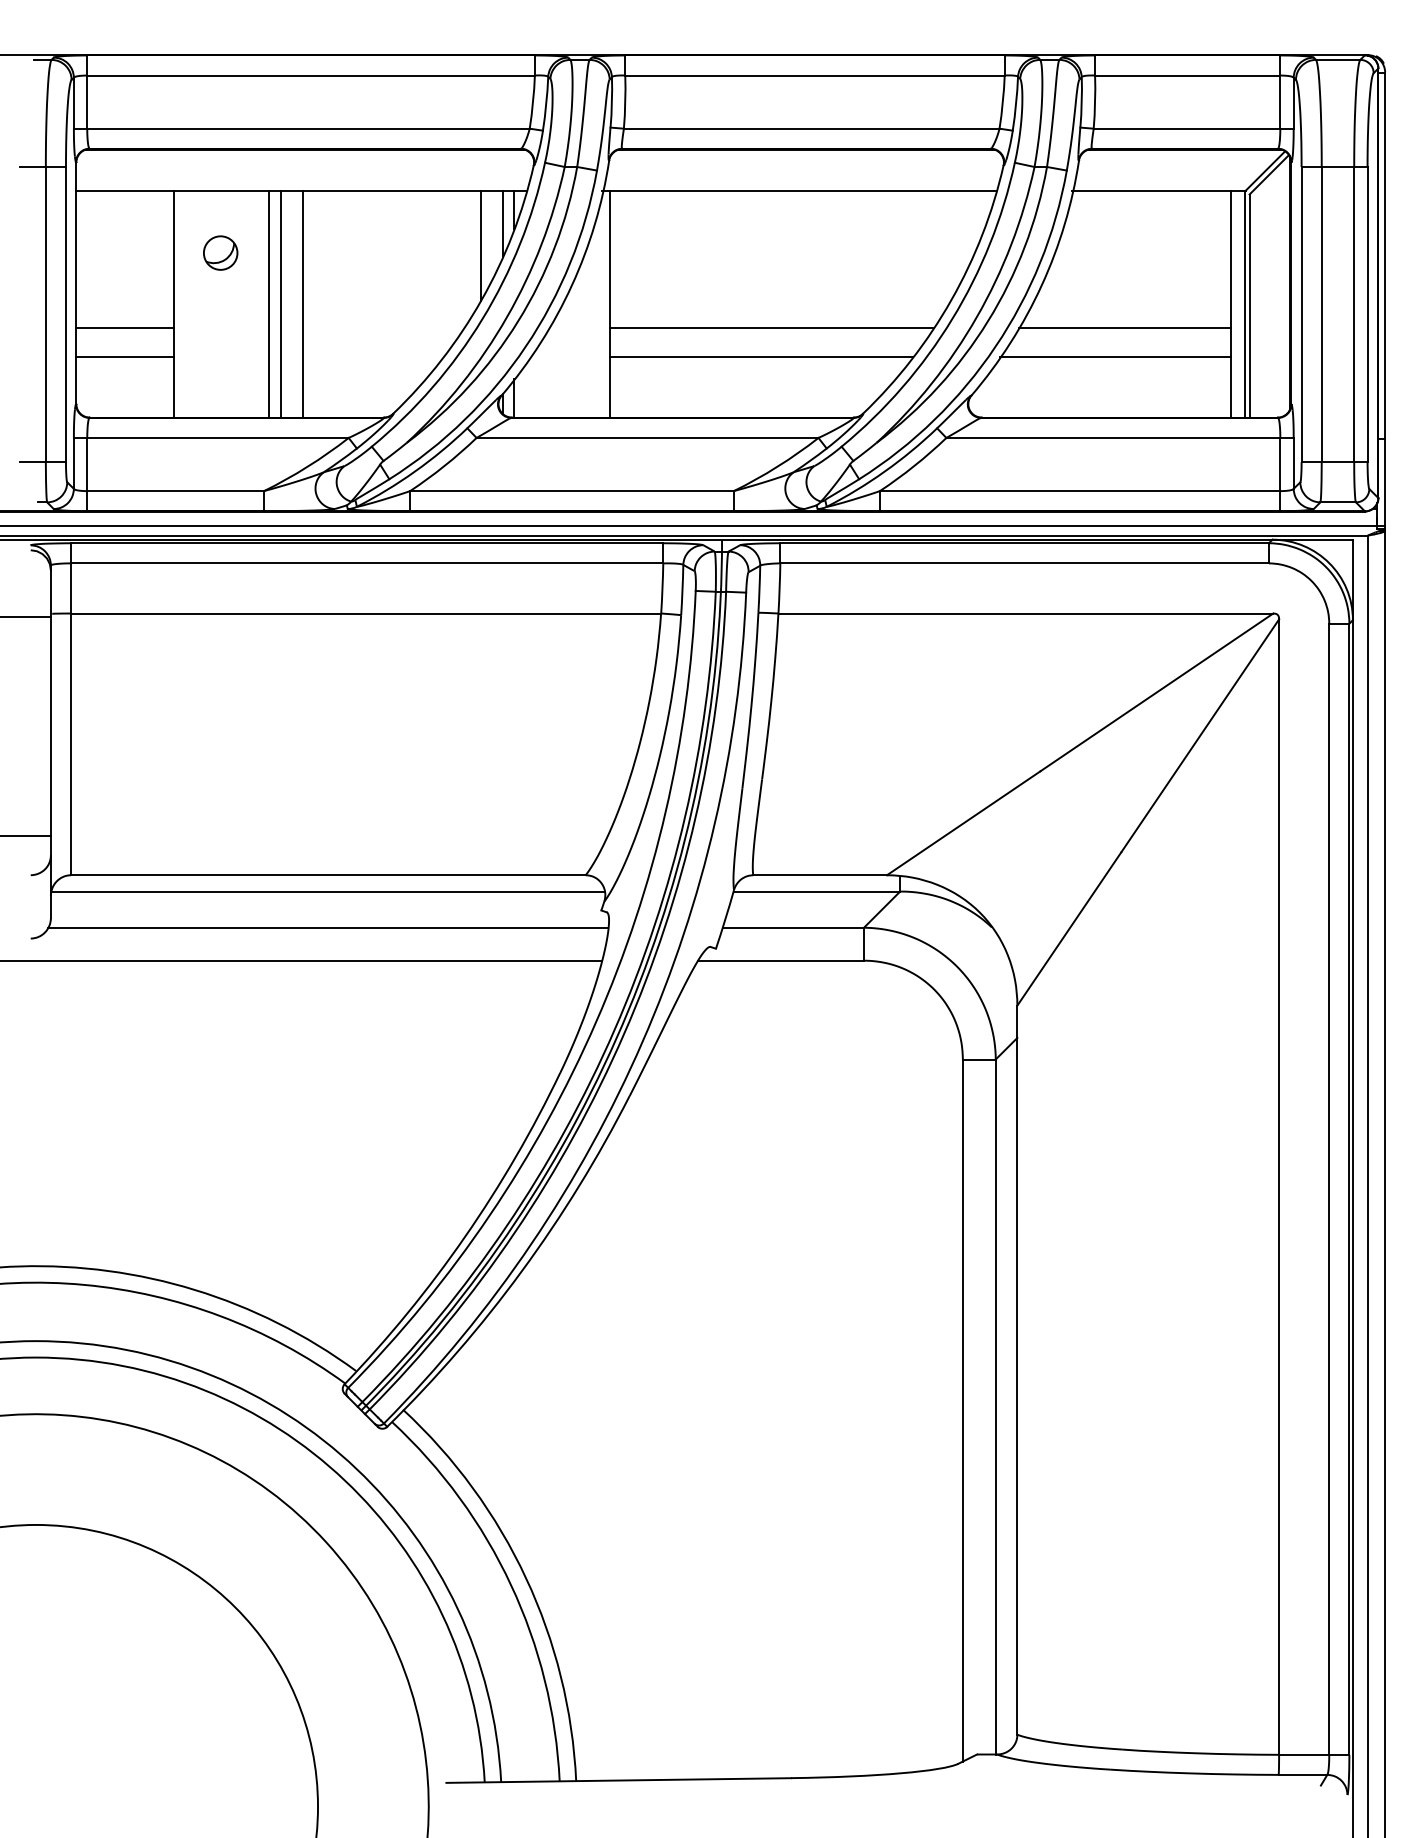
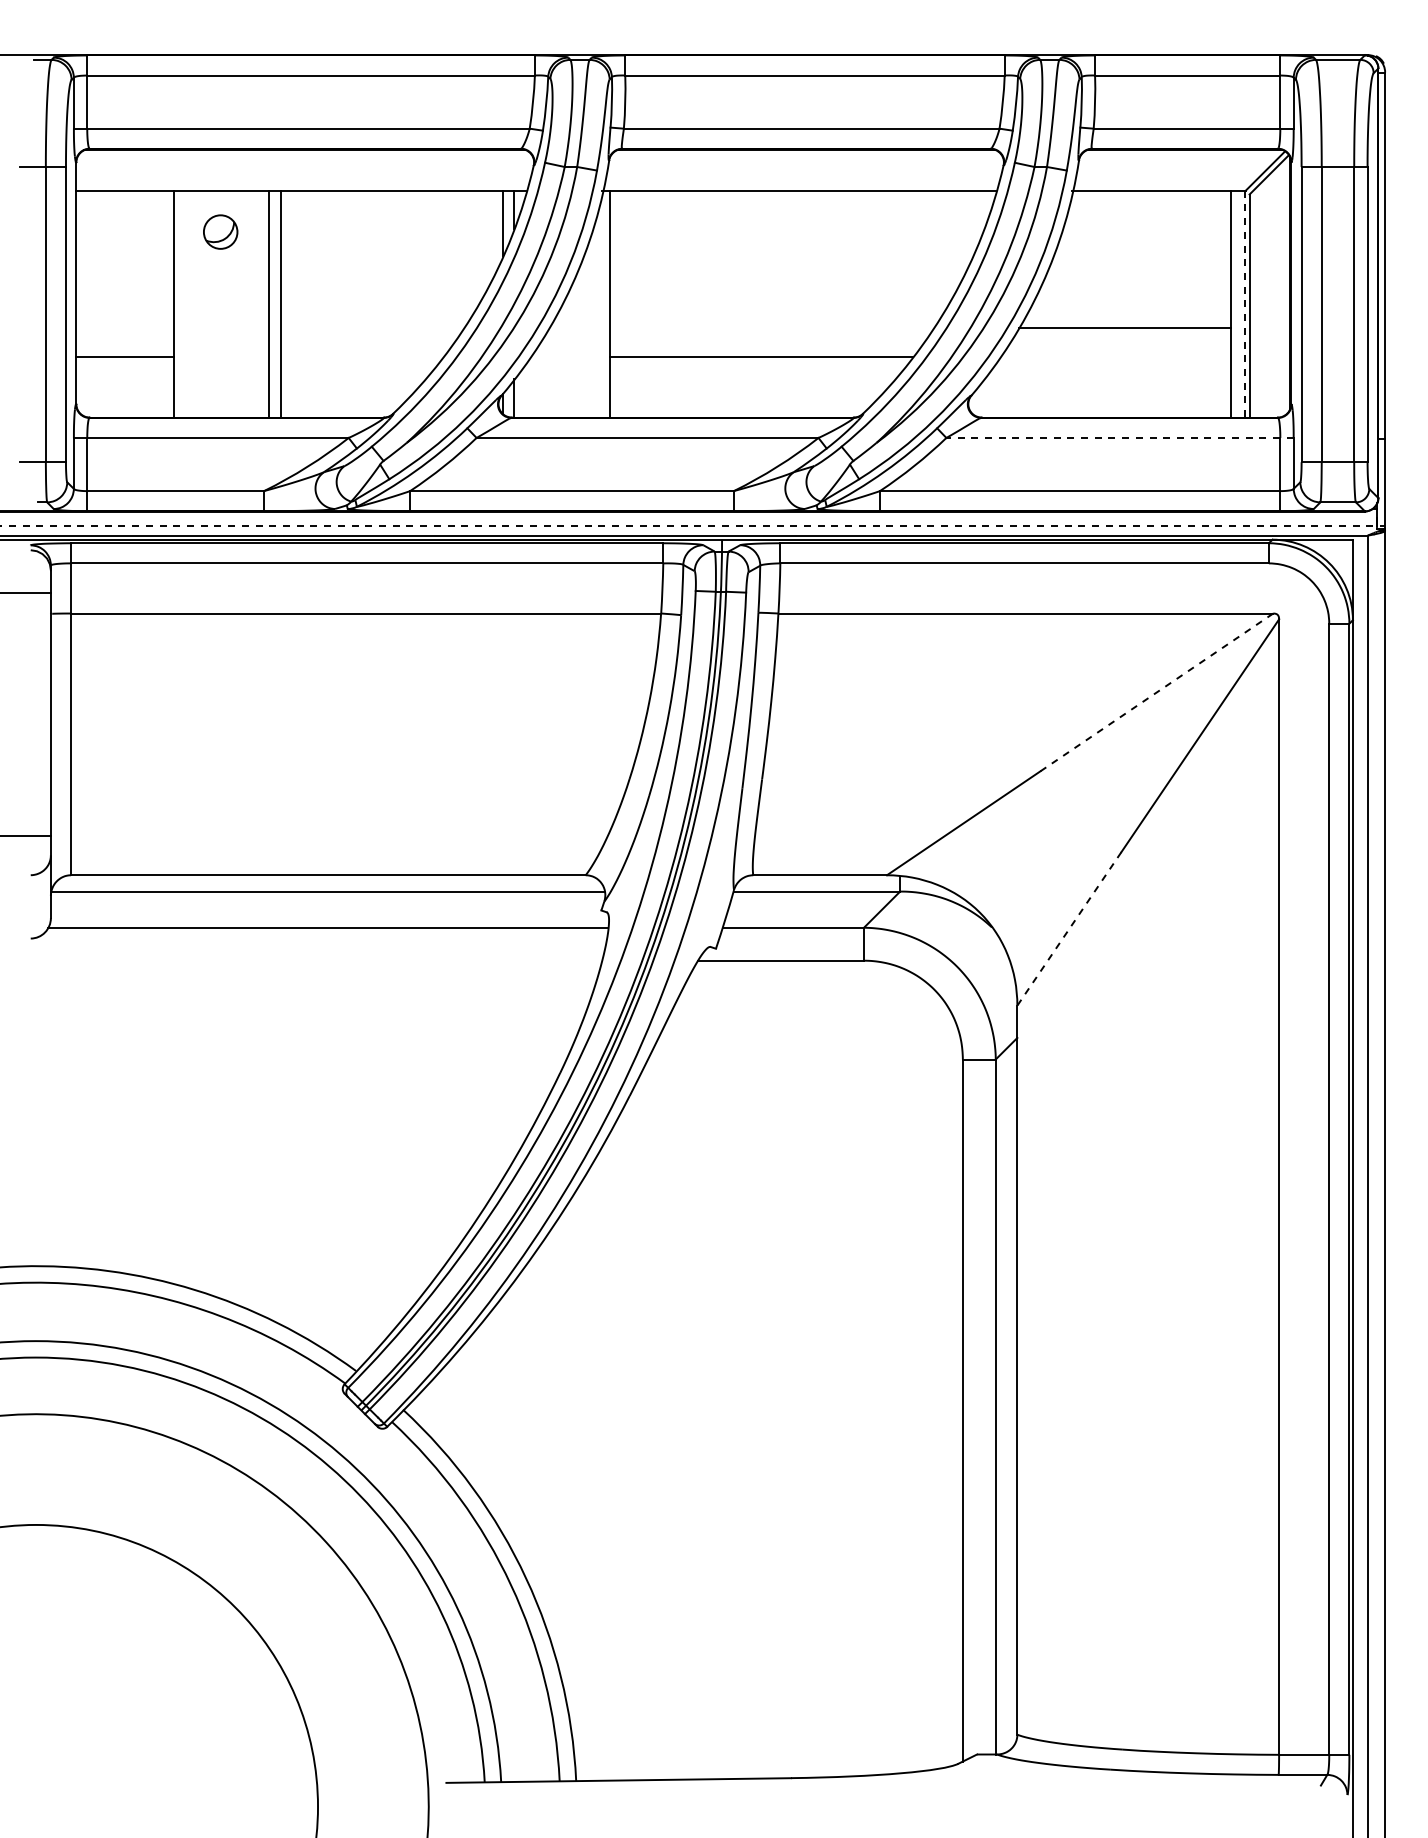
line at (480, 245): present -> none
part at (220, 252) position: (220, 252) -> (220, 231)
line at (302, 303): present -> none
line at (1245, 304): solid -> dashed
line at (124, 328): present -> none
line at (770, 328): present -> none
line at (1114, 357): present -> none
line at (1120, 437): solid -> dashed
line at (693, 526): solid -> dashed
line at (26, 617) position: (26, 617) -> (26, 593)
line at (1156, 692): solid -> dashed
line at (1069, 928): solid -> dashed
line at (302, 960): present -> none
